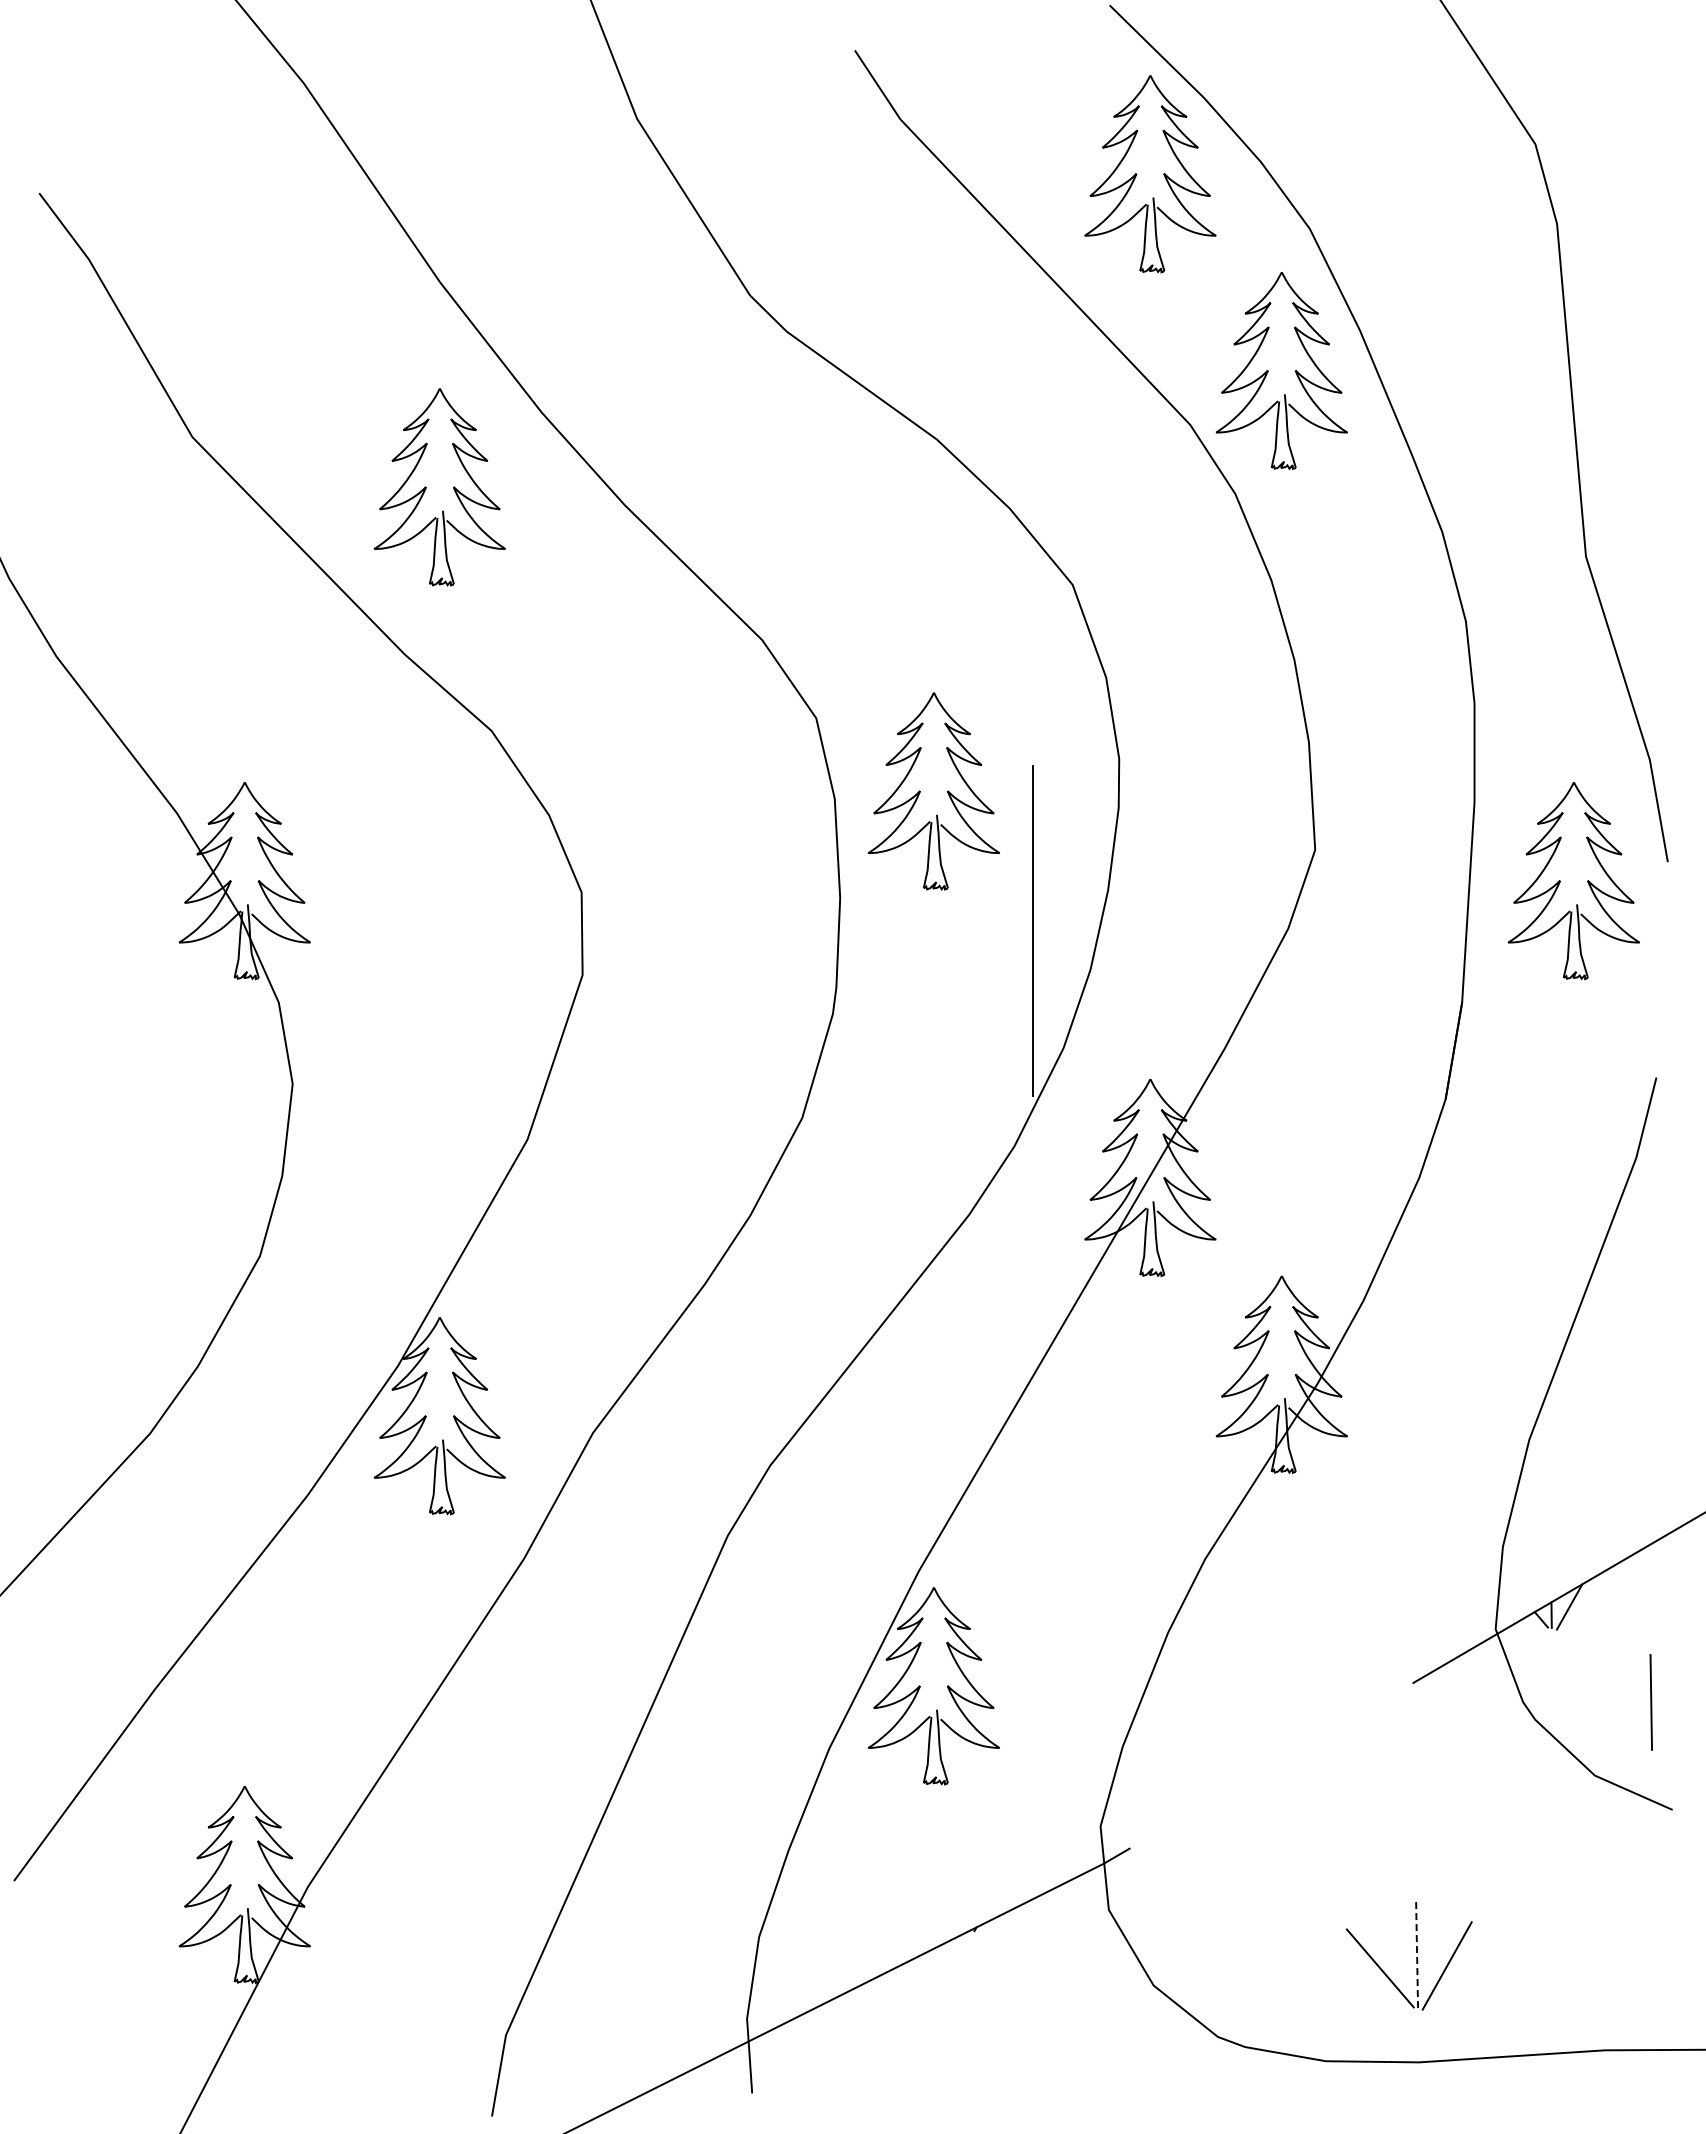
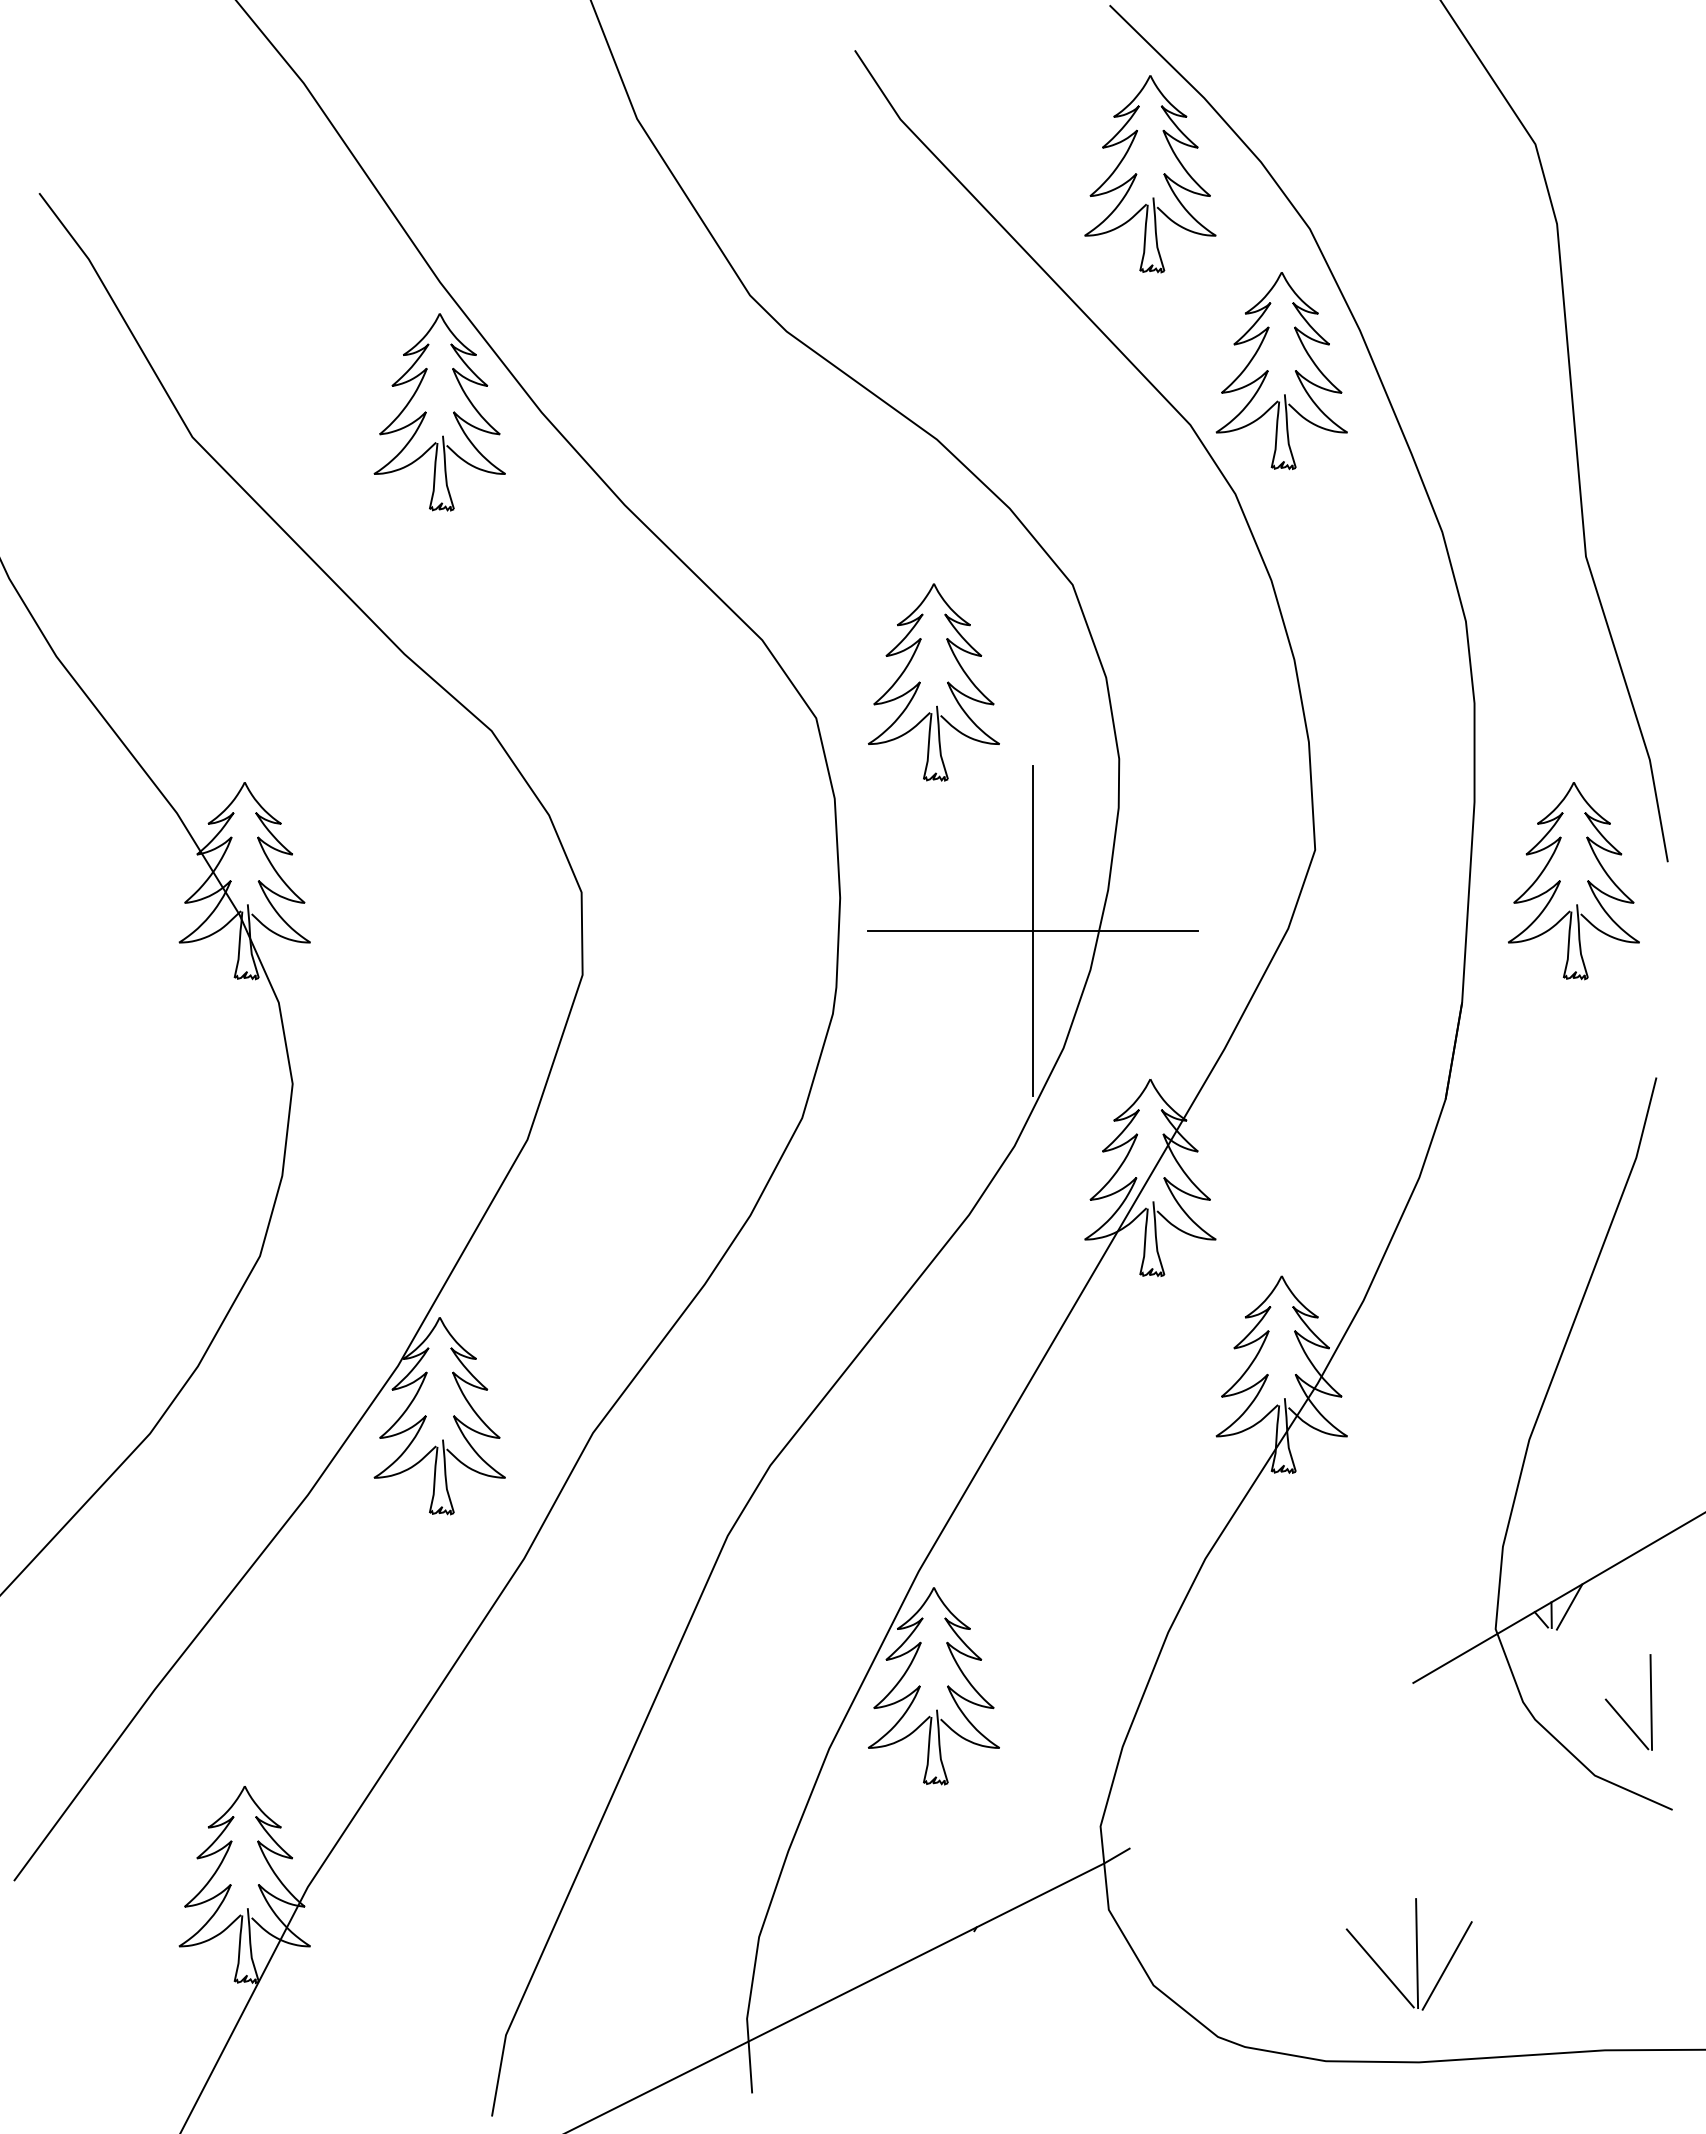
part at (426, 487) position: (426, 487) -> (426, 412)
part at (920, 791) position: (920, 791) -> (920, 682)
line at (1032, 930): none -> present
line at (1626, 1724): none -> present
line at (1417, 1953): dashed -> solid
